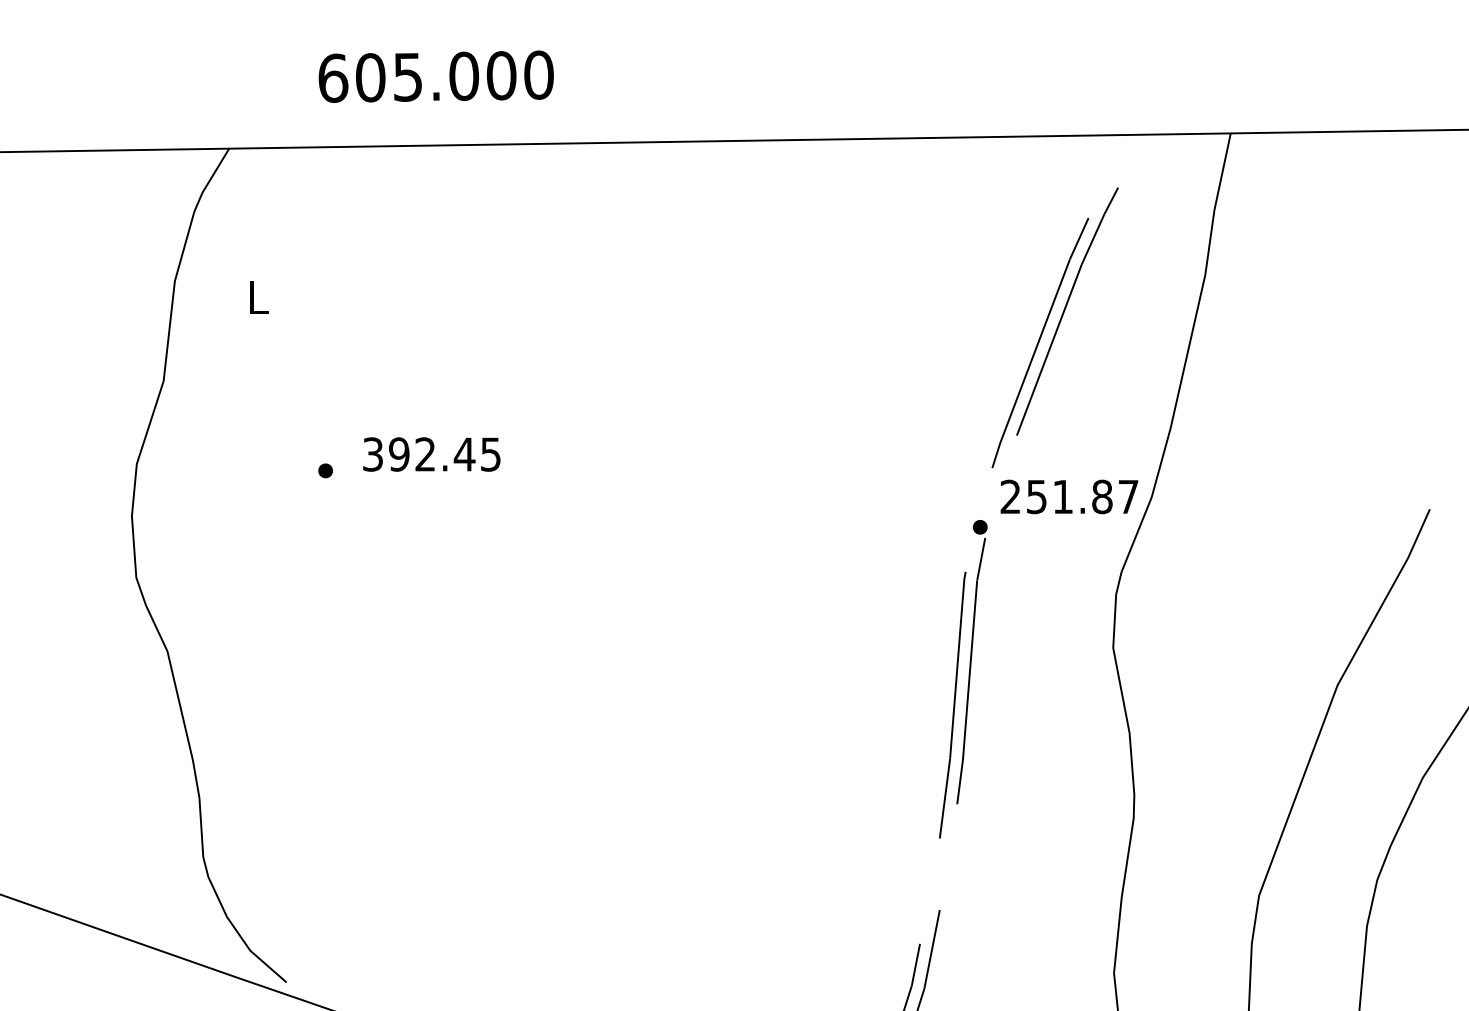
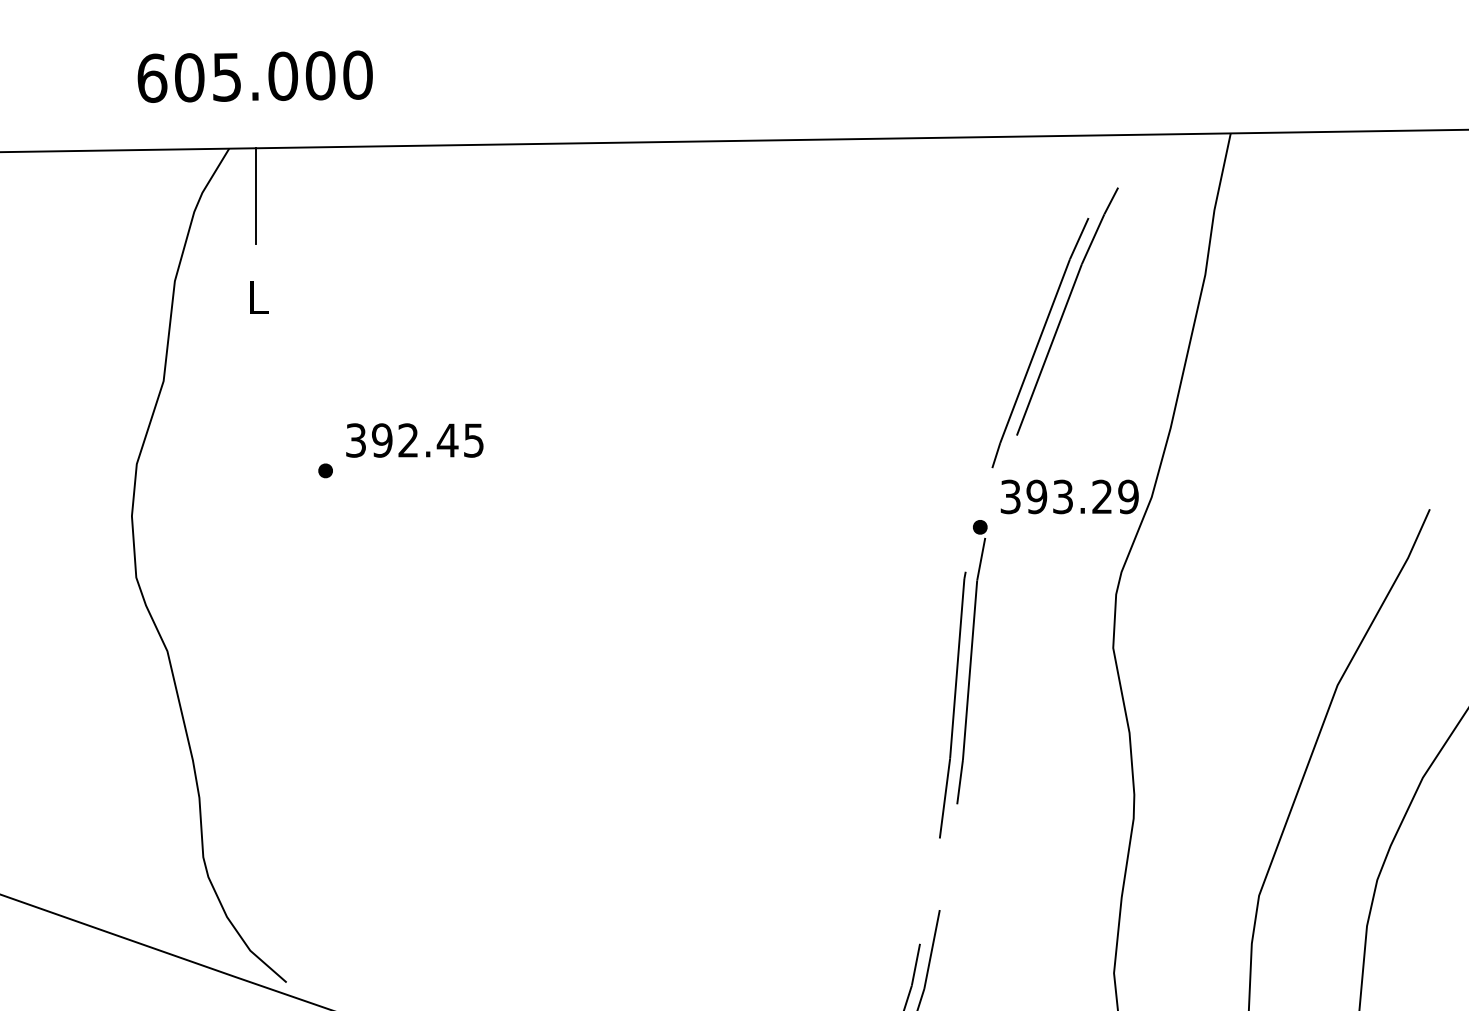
text at (435, 76) position: (435, 76) -> (254, 76)
line at (255, 195): none -> present
text at (431, 454) position: (431, 454) -> (414, 440)
text at (1069, 496): 251.87 -> 393.29
